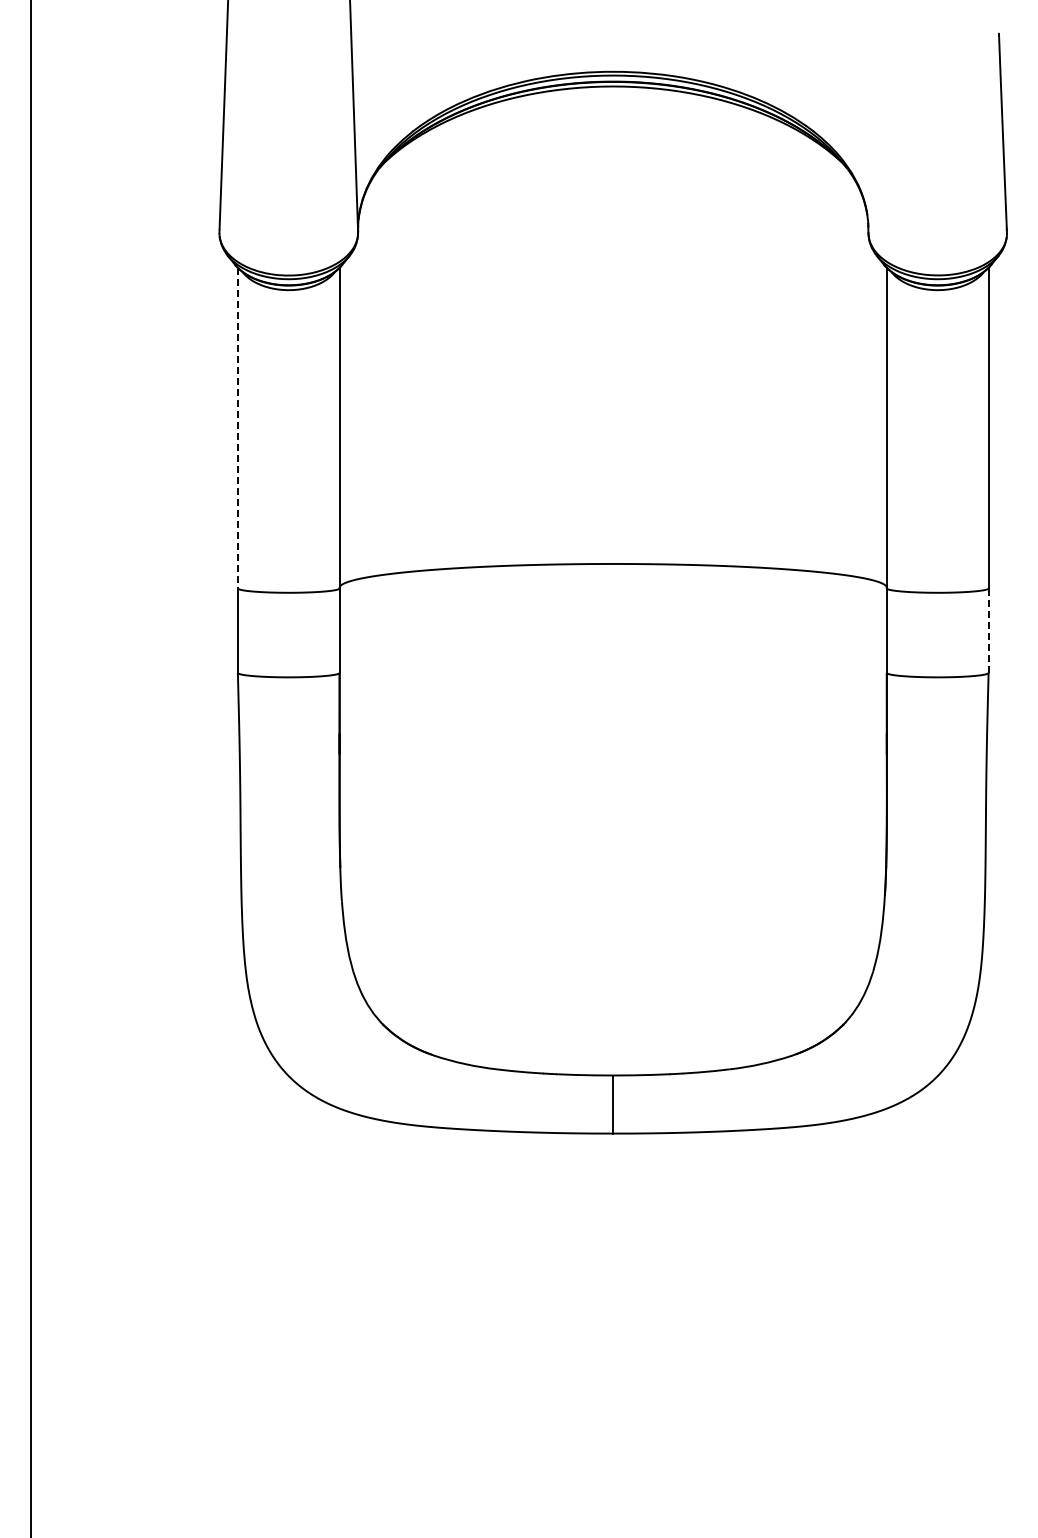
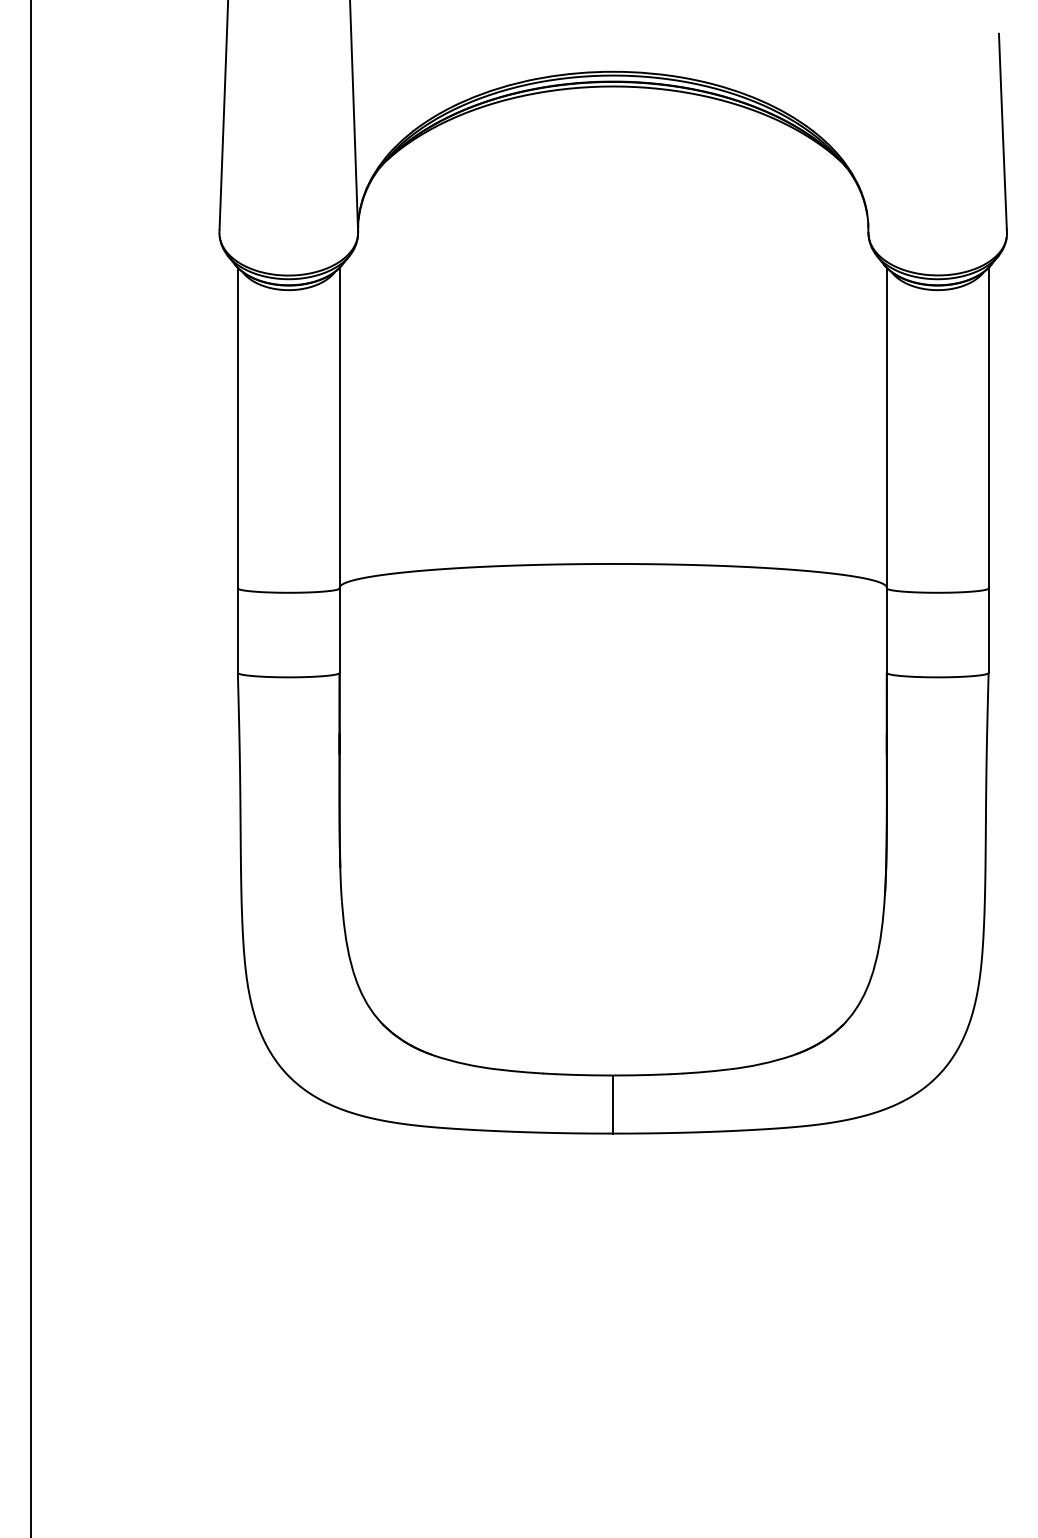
line at (237, 428): dashed -> solid
line at (988, 630): dashed -> solid
